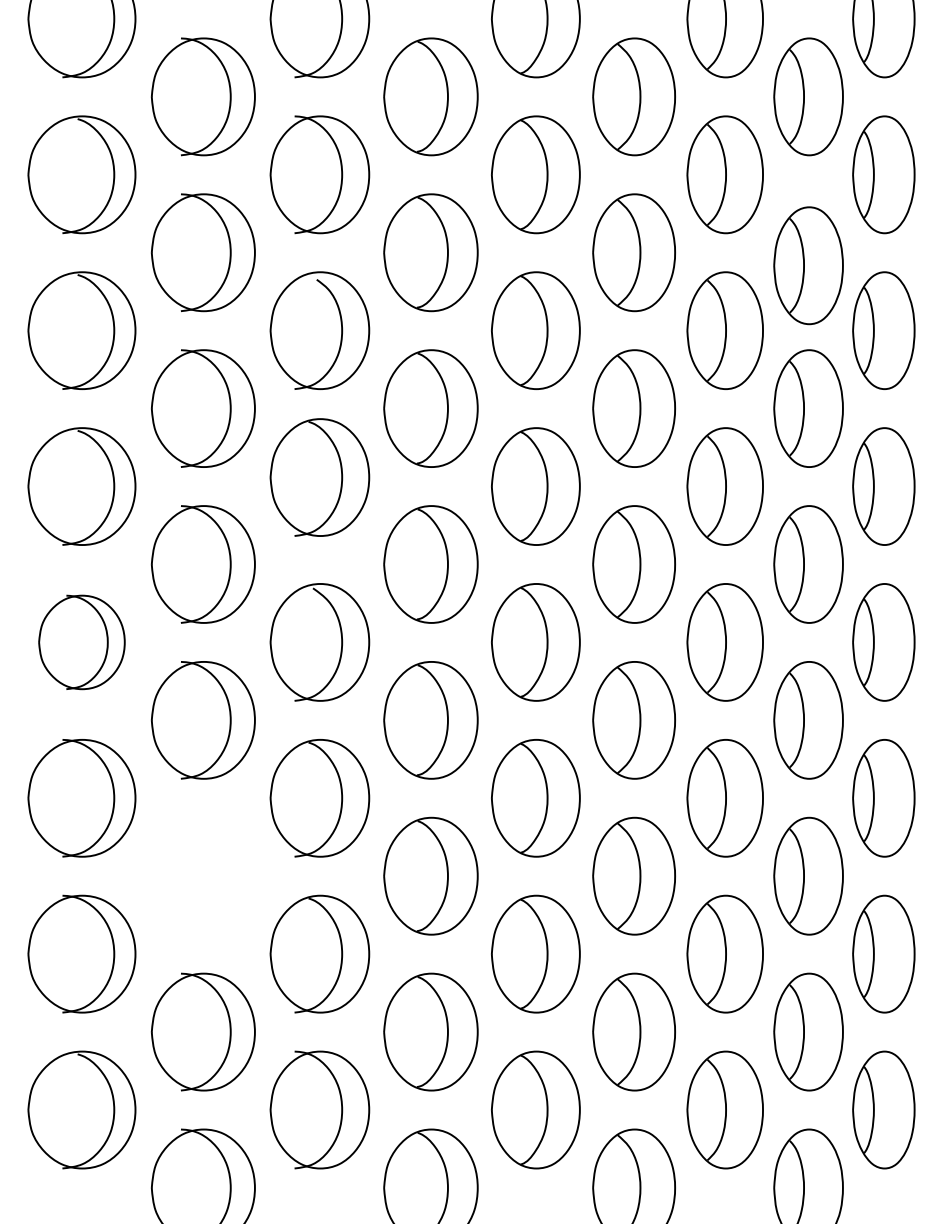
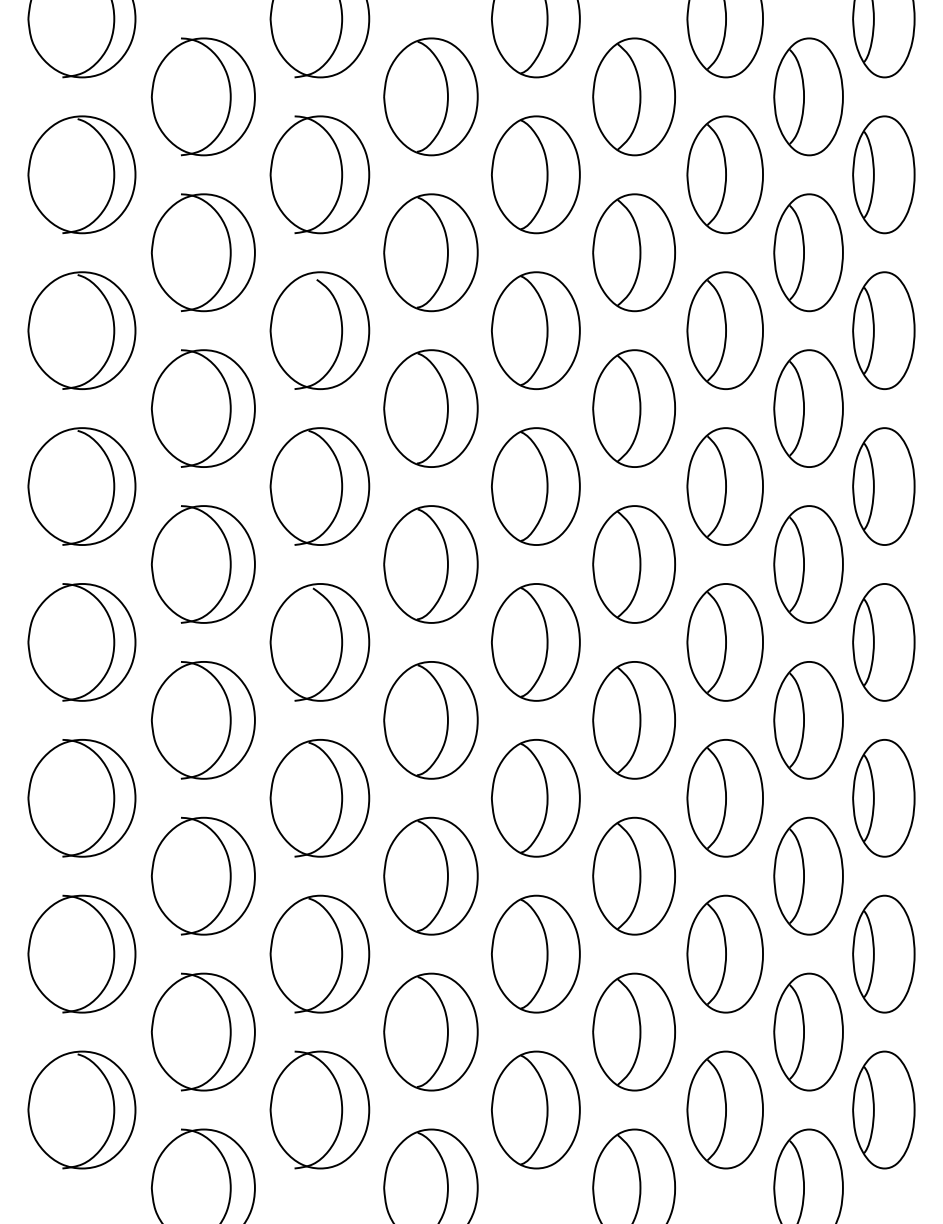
part at (808, 265) position: (808, 265) -> (808, 252)
part at (319, 477) position: (319, 477) -> (319, 486)
part at (81, 642) size: 88x97 px -> 110x119 px
part at (202, 875): none -> present
